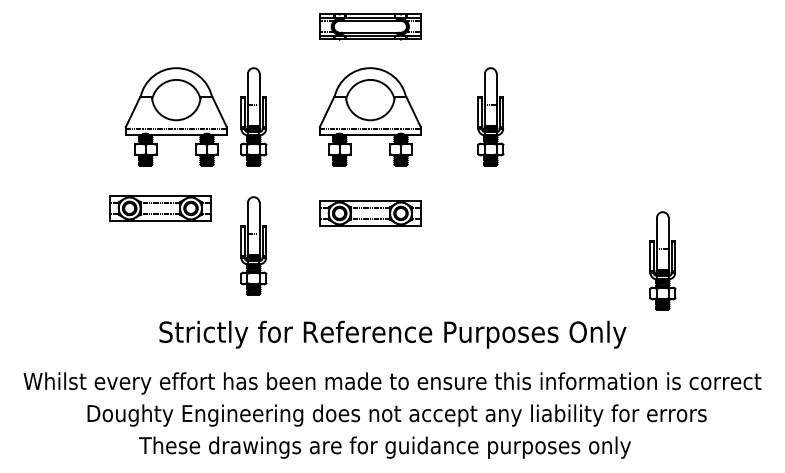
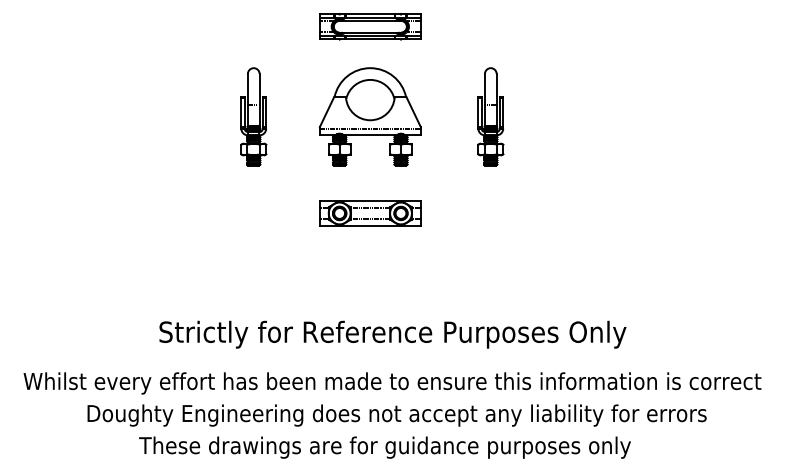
part at (175, 116): present -> none
part at (160, 208): present -> none
part at (253, 245): present -> none
part at (662, 260): present -> none
